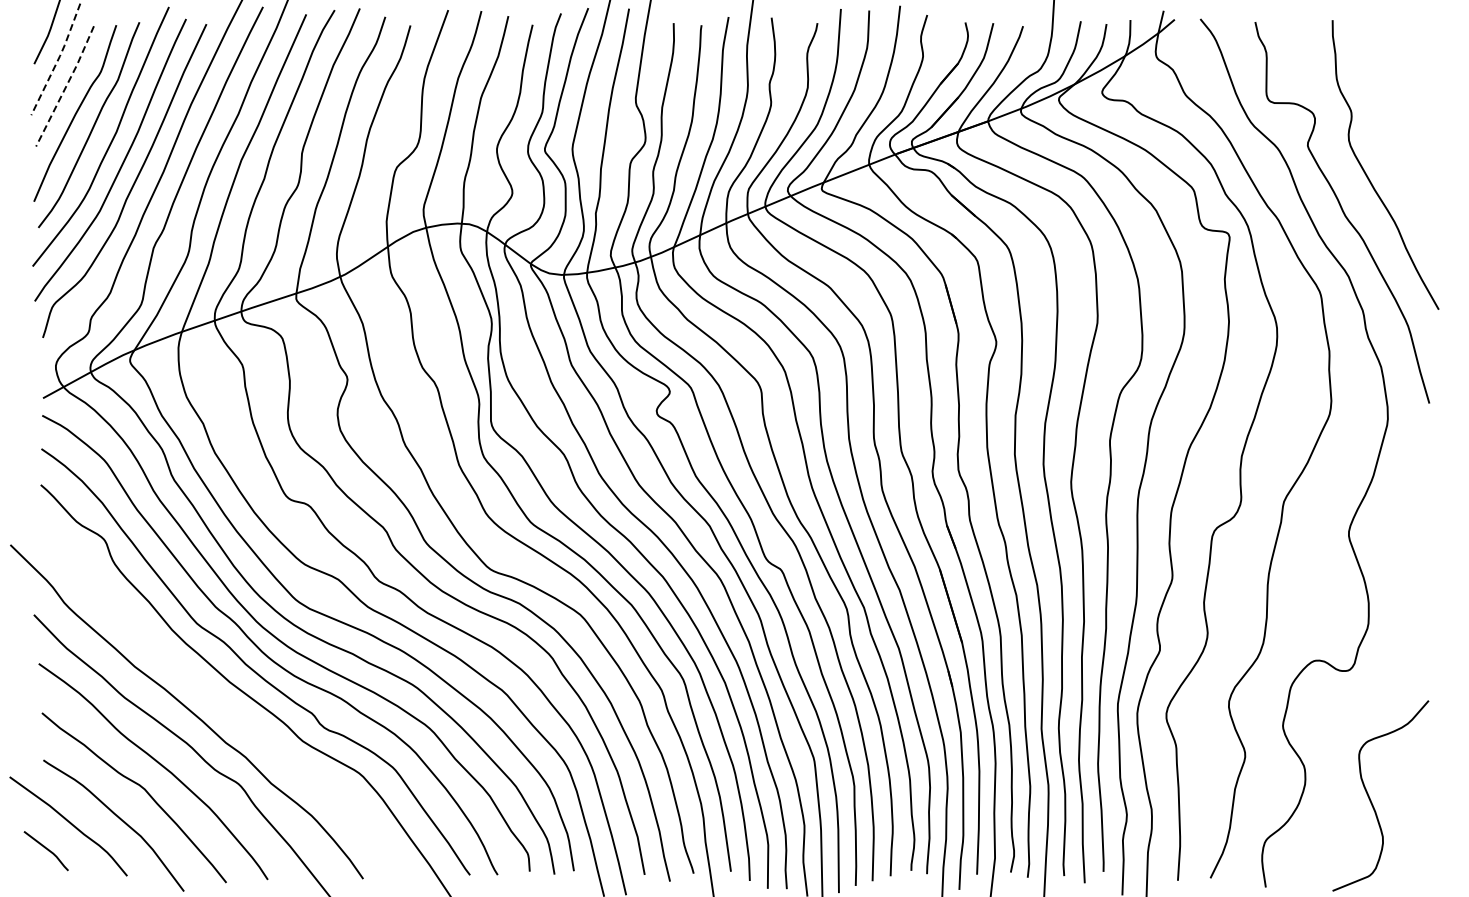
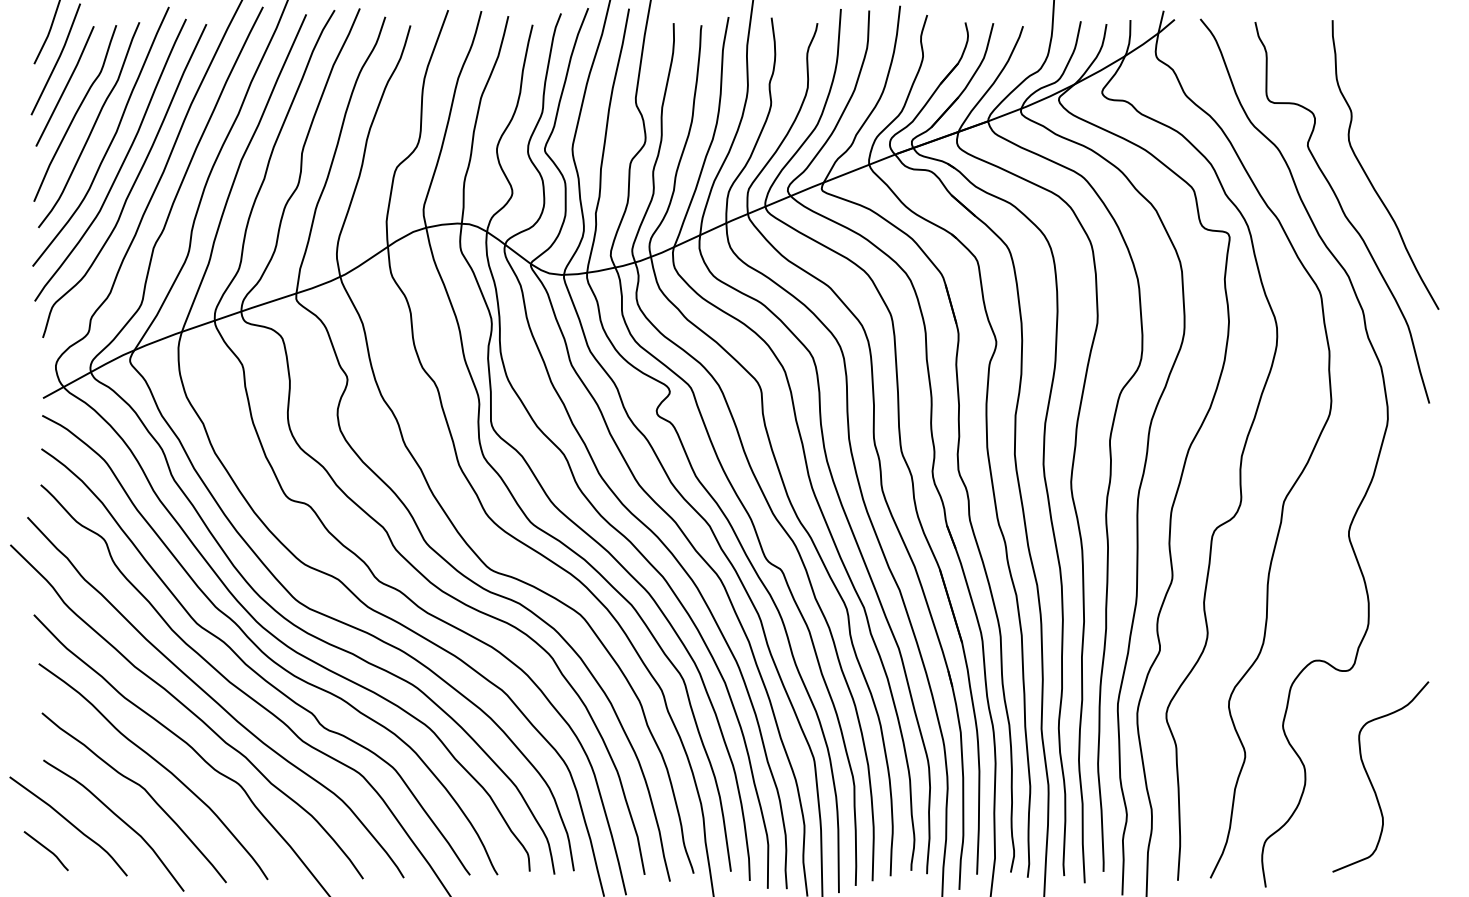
line at (58, 59): dashed -> solid
line at (66, 86): dashed -> solid
curve at (213, 698): none -> present
curve at (1370, 797) position: (1370, 797) -> (1370, 778)
